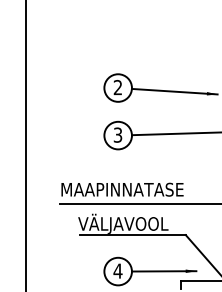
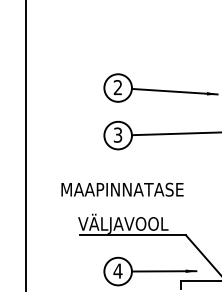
line at (138, 204): present -> none
